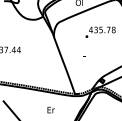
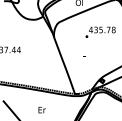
text at (50, 110) position: (50, 110) -> (41, 110)
